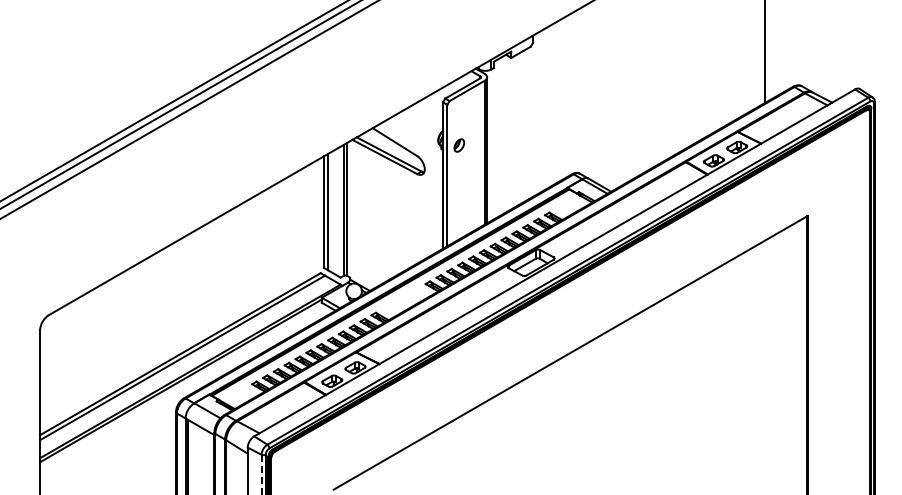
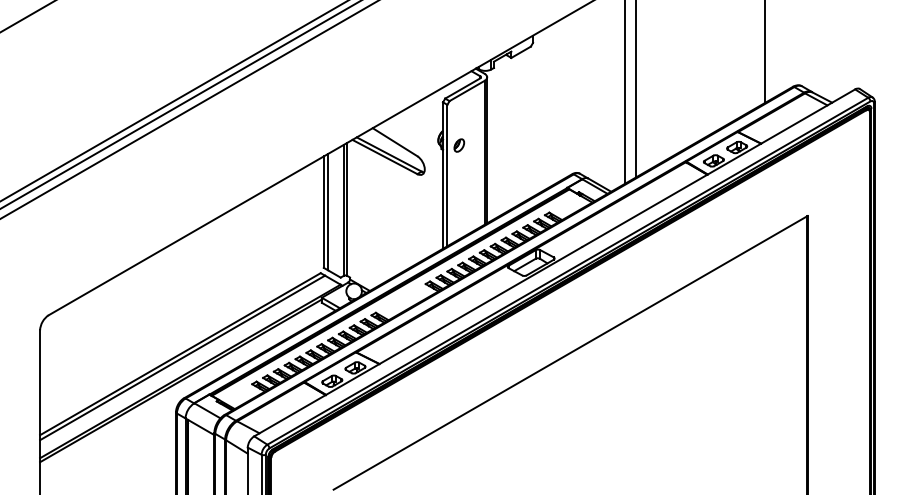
line at (27, 16): none -> present
line at (635, 89): none -> present
line at (624, 92): none -> present
line at (261, 474): dashed -> solid
